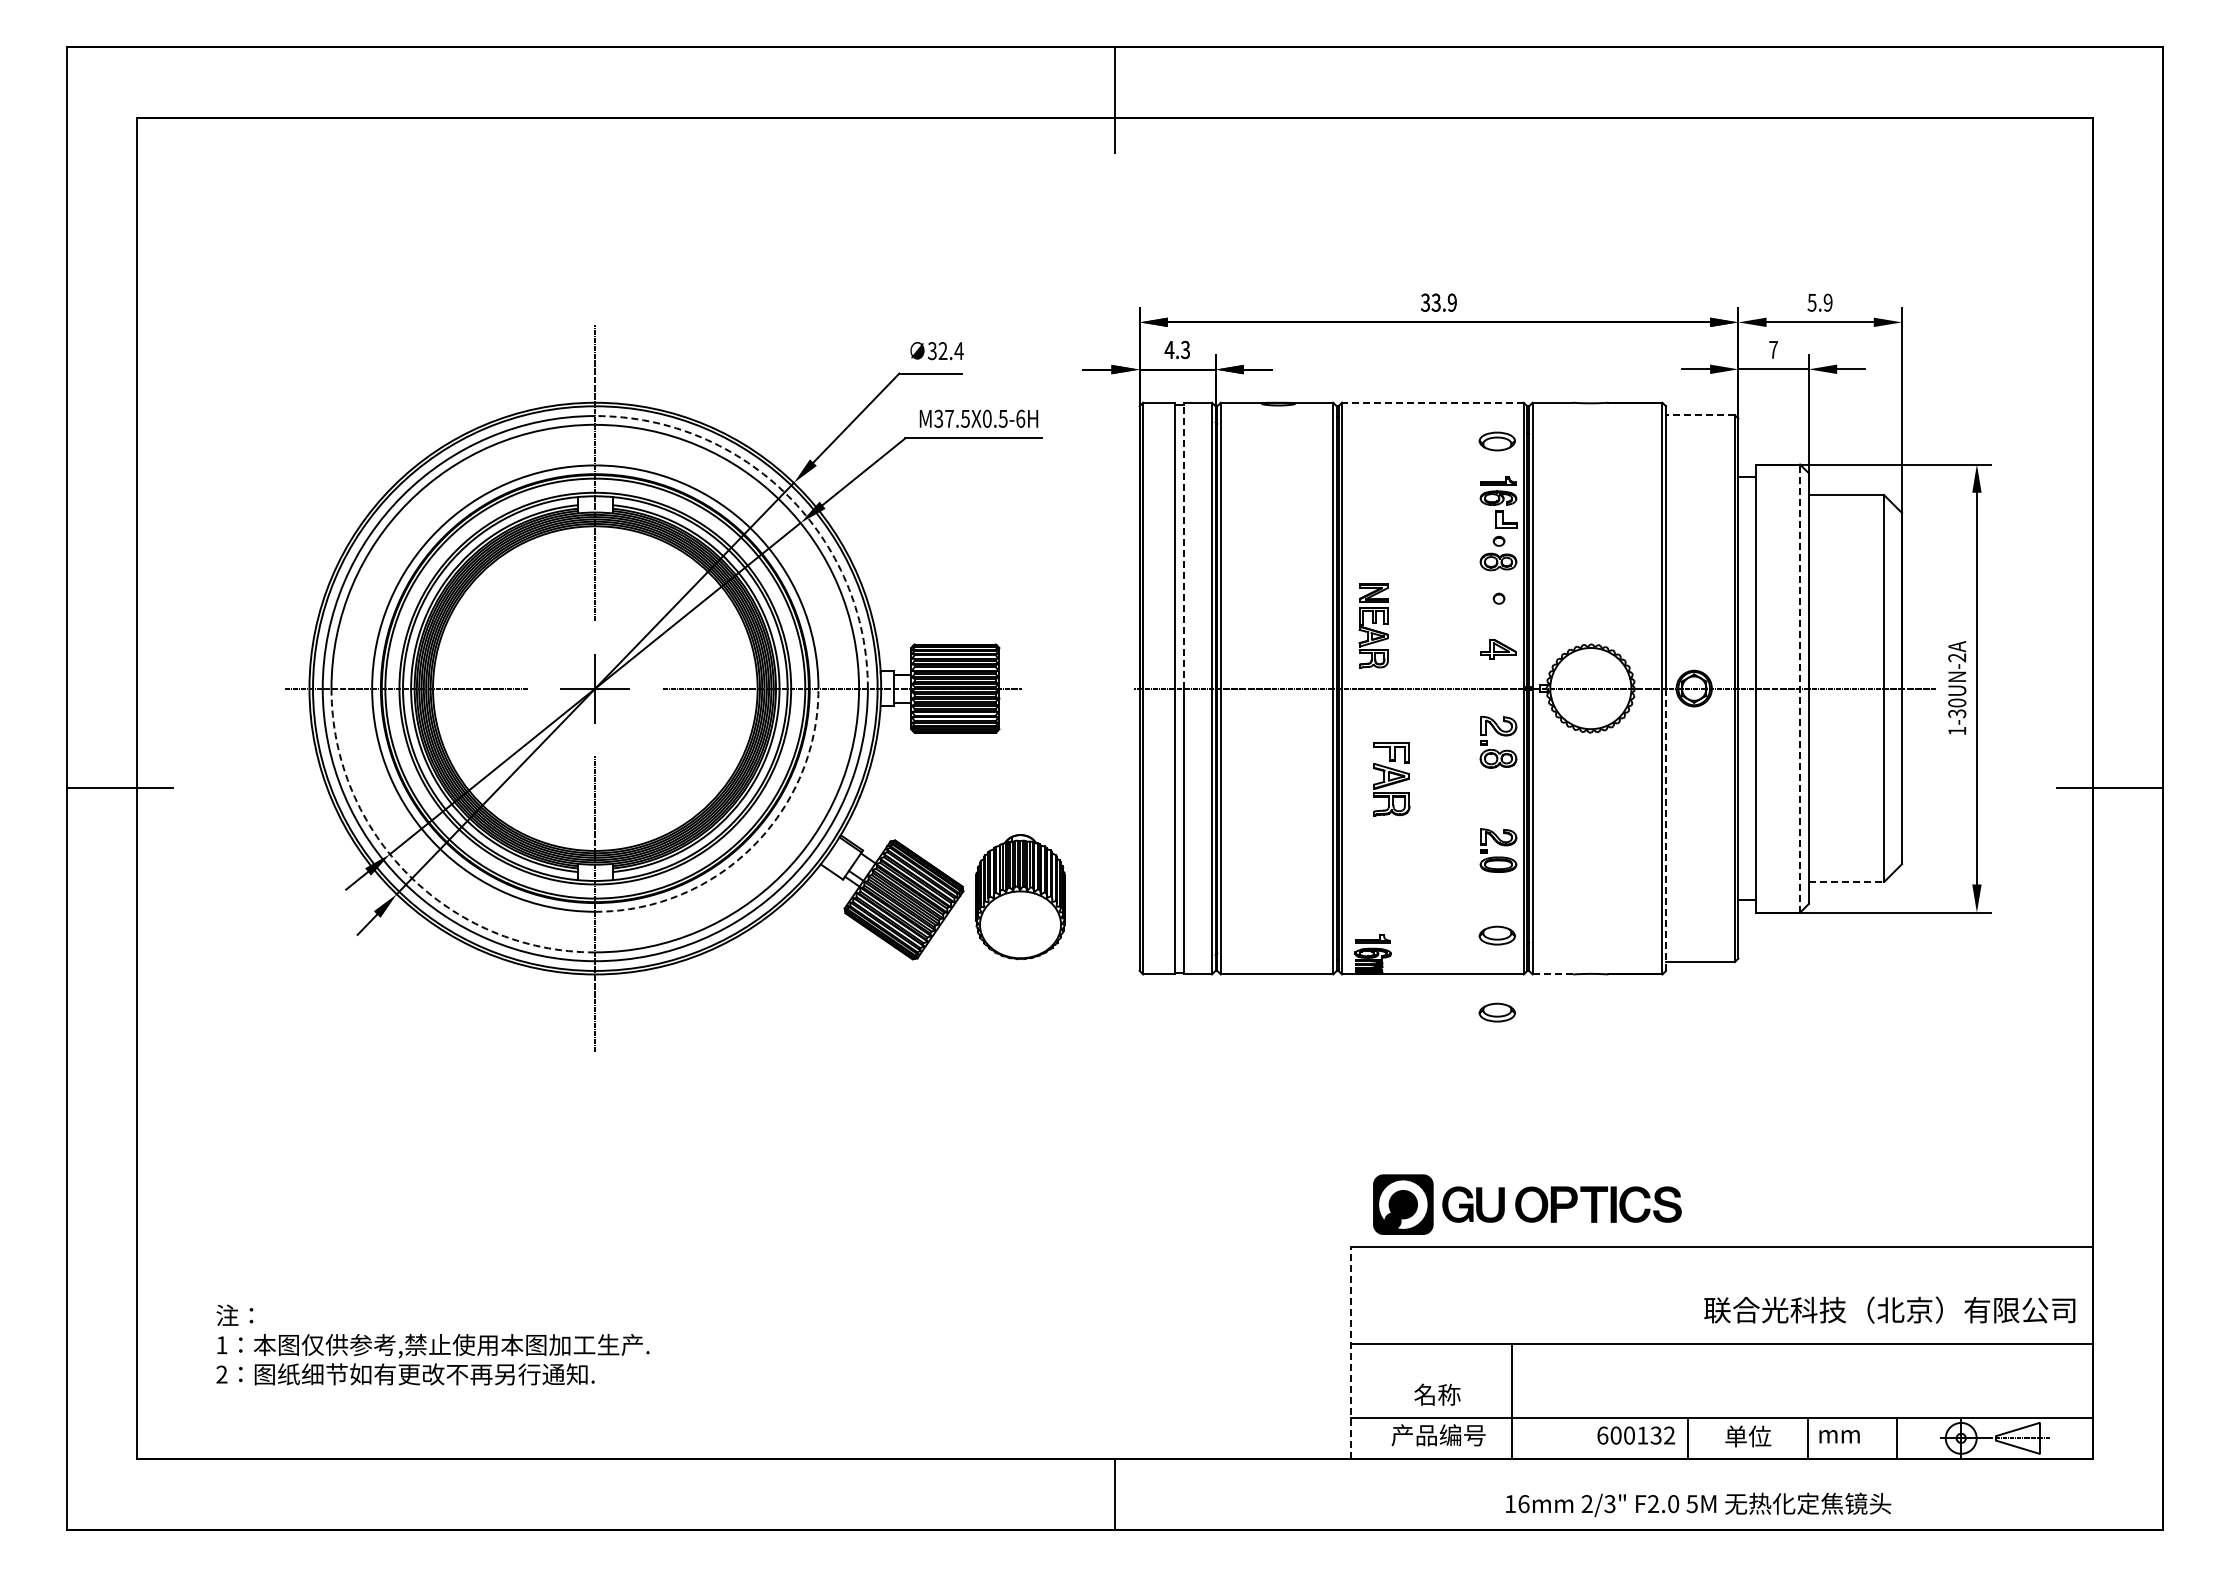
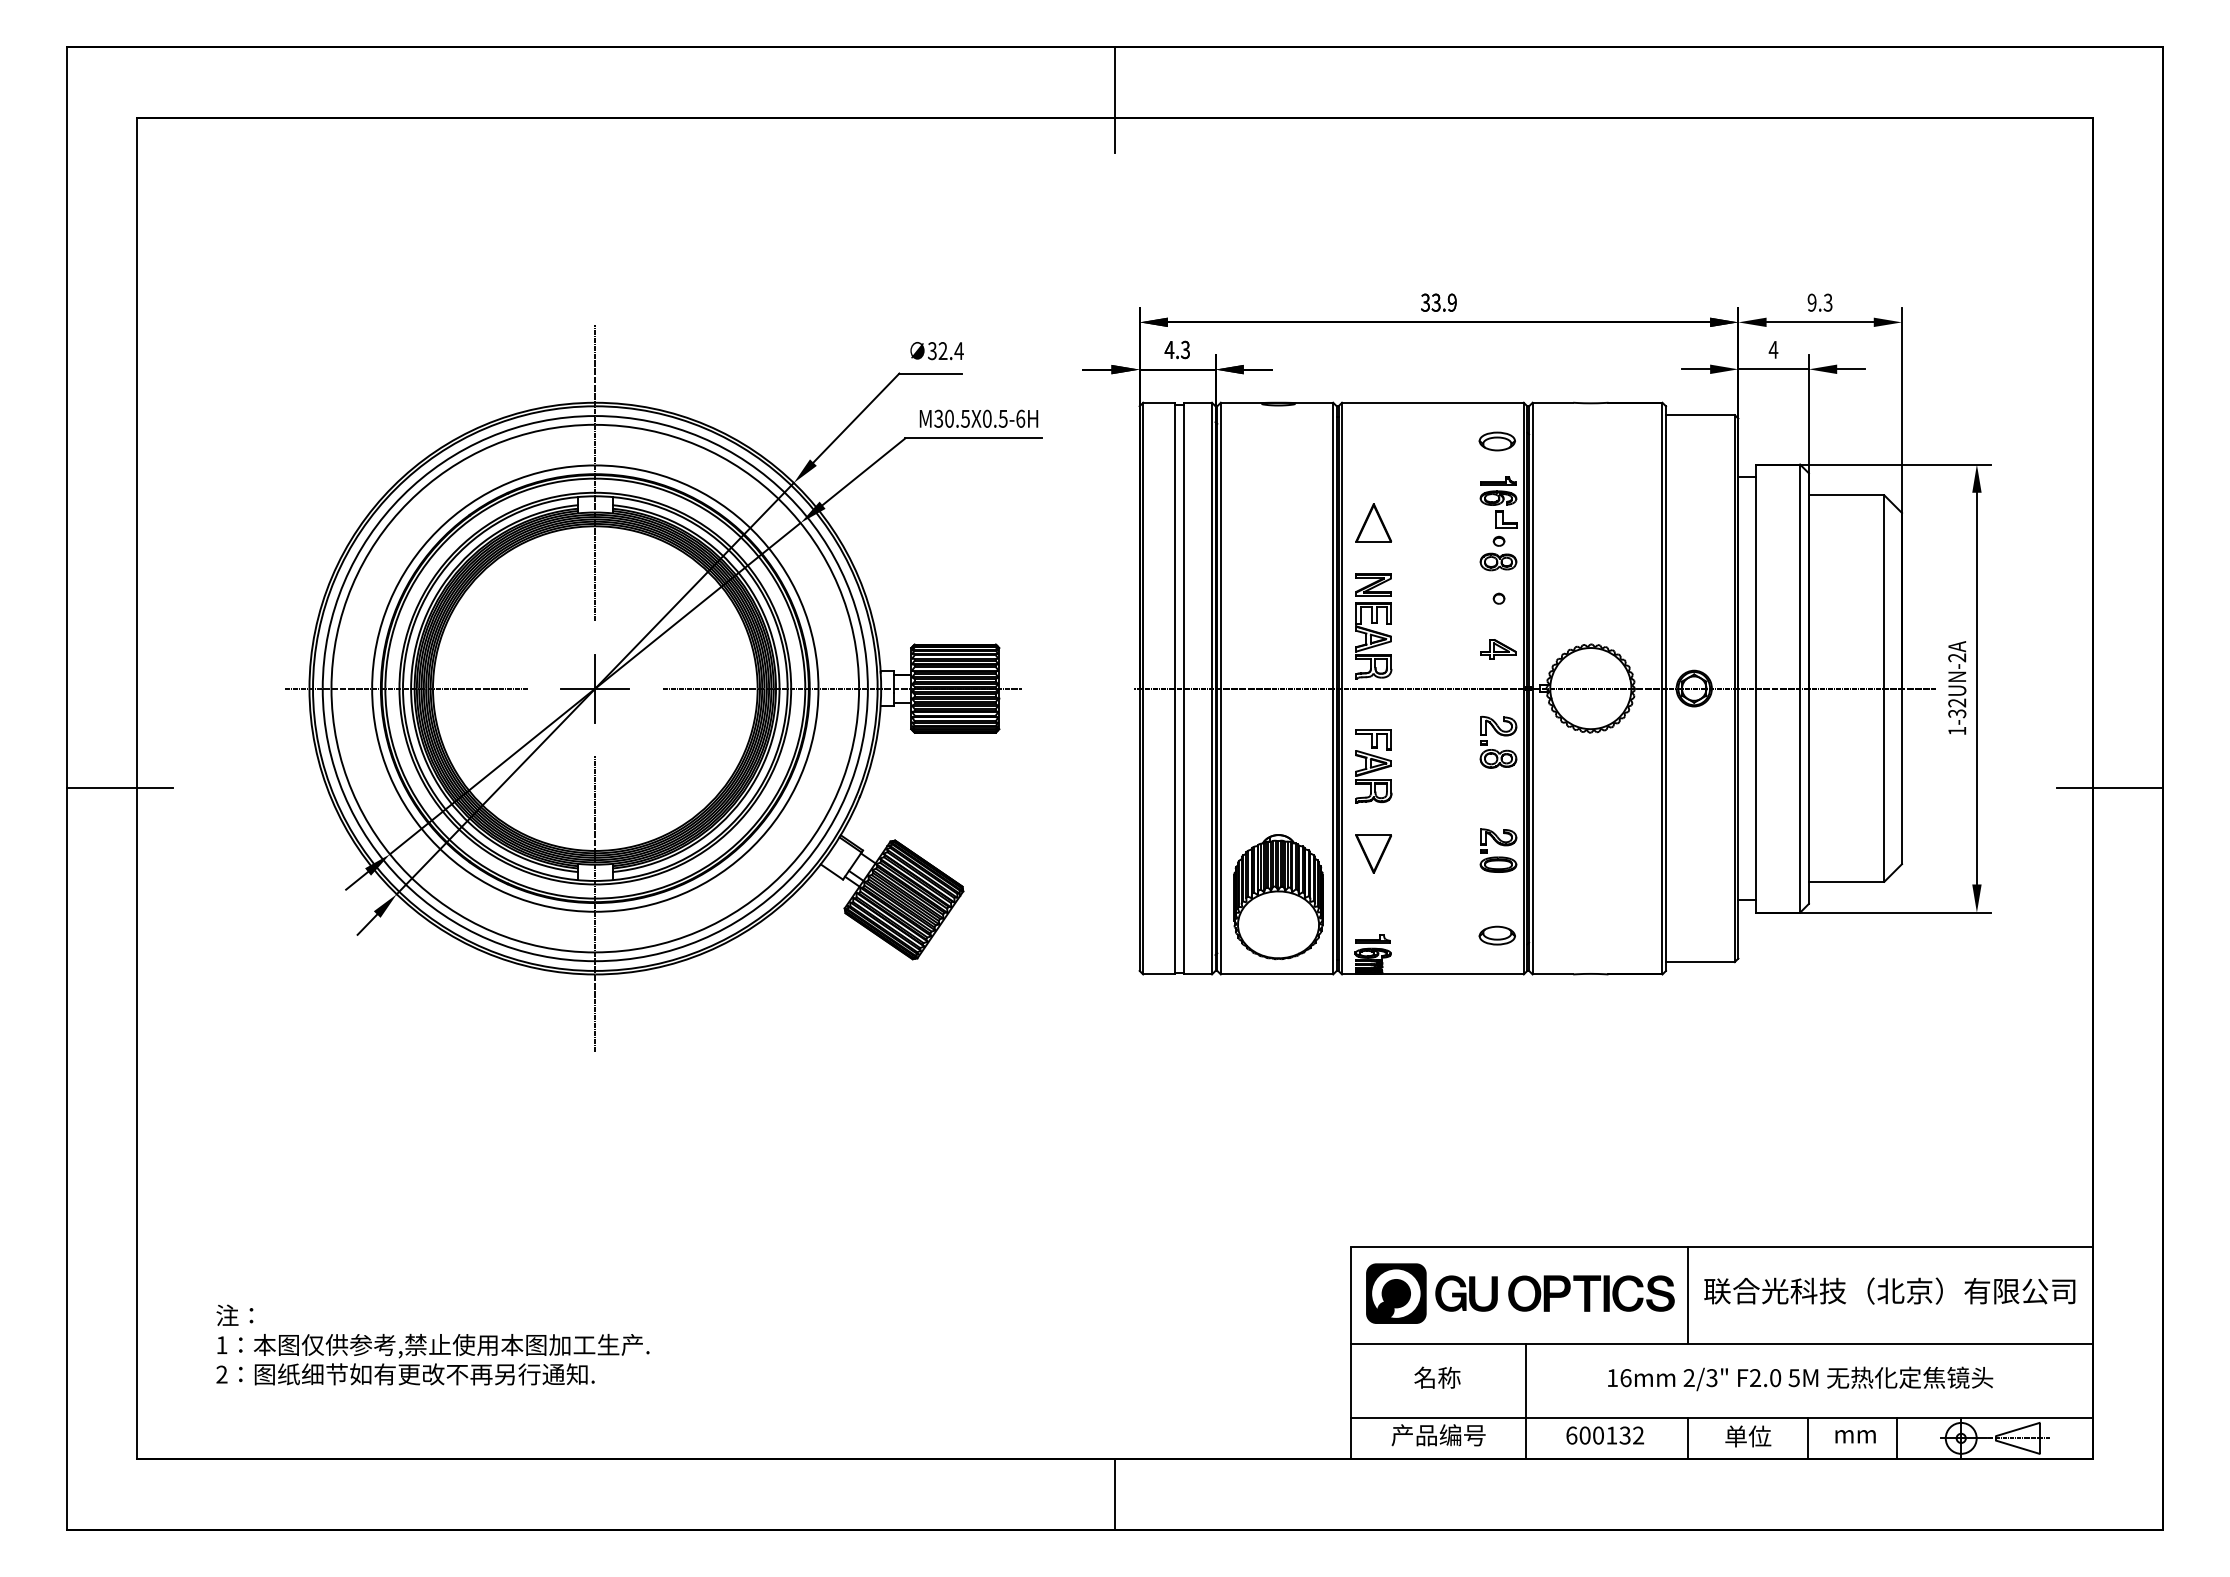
text at (1819, 302): 5.9 -> 9.3
text at (1773, 349): 7 -> 4
line at (1432, 402): dashed -> solid
line at (1699, 415): dashed -> solid
text at (949, 418): M37.5X0.5-6H -> M30.5X0.5-6H
arc at (788, 495): dashed -> solid
part at (1373, 522): none -> present
line at (1183, 545): dashed -> solid
part at (1373, 625) size: 31x86 px -> 38x107 px
line at (1800, 688): dashed -> solid
text at (1957, 702): 1-30UN-2A -> 1-32UN-2A
part at (1391, 779) position: (1391, 779) -> (1373, 766)
line at (1666, 830): dashed -> solid
arc at (753, 846): dashed -> solid
part at (1373, 853): none -> present
arc at (408, 875): dashed -> solid
line at (1846, 881): dashed -> solid
part at (1020, 897) position: (1020, 897) -> (1278, 897)
line at (1553, 974): dashed -> solid
part at (1496, 1012): present -> none
part at (1527, 1204) position: (1527, 1204) -> (1520, 1293)
line at (1687, 1295): none -> present
text at (1889, 1309) position: (1889, 1309) -> (1889, 1290)
line at (1351, 1353): dashed -> solid
text at (1437, 1394) position: (1437, 1394) -> (1437, 1377)
line at (1512, 1401) position: (1512, 1401) -> (1526, 1401)
text at (1636, 1435) position: (1636, 1435) -> (1605, 1435)
text at (1839, 1436) position: (1839, 1436) -> (1855, 1436)
text at (1698, 1504) position: (1698, 1504) -> (1800, 1378)
